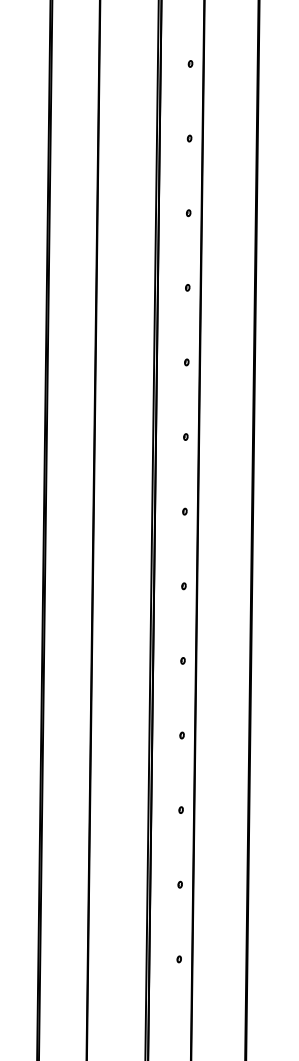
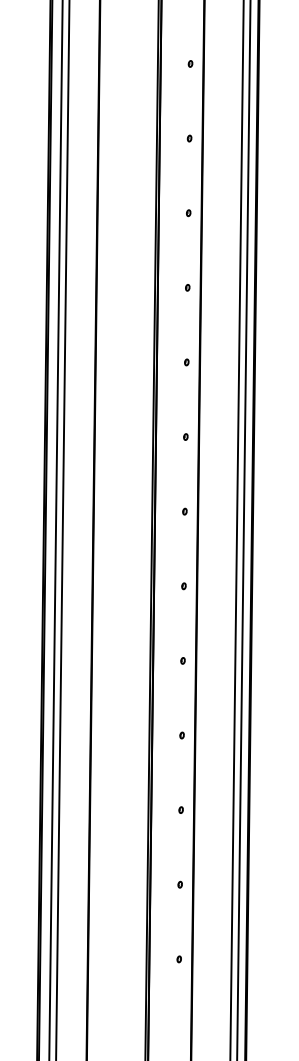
line at (55, 529): none -> present
line at (62, 529): none -> present
line at (236, 529): none -> present
line at (243, 529): none -> present
